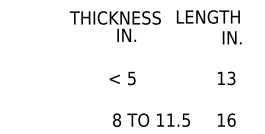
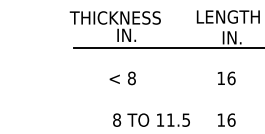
text at (207, 16) position: (207, 16) -> (227, 16)
line at (167, 48): none -> present
text at (131, 78): 5 -> 8
text at (231, 78): 13 -> 16
